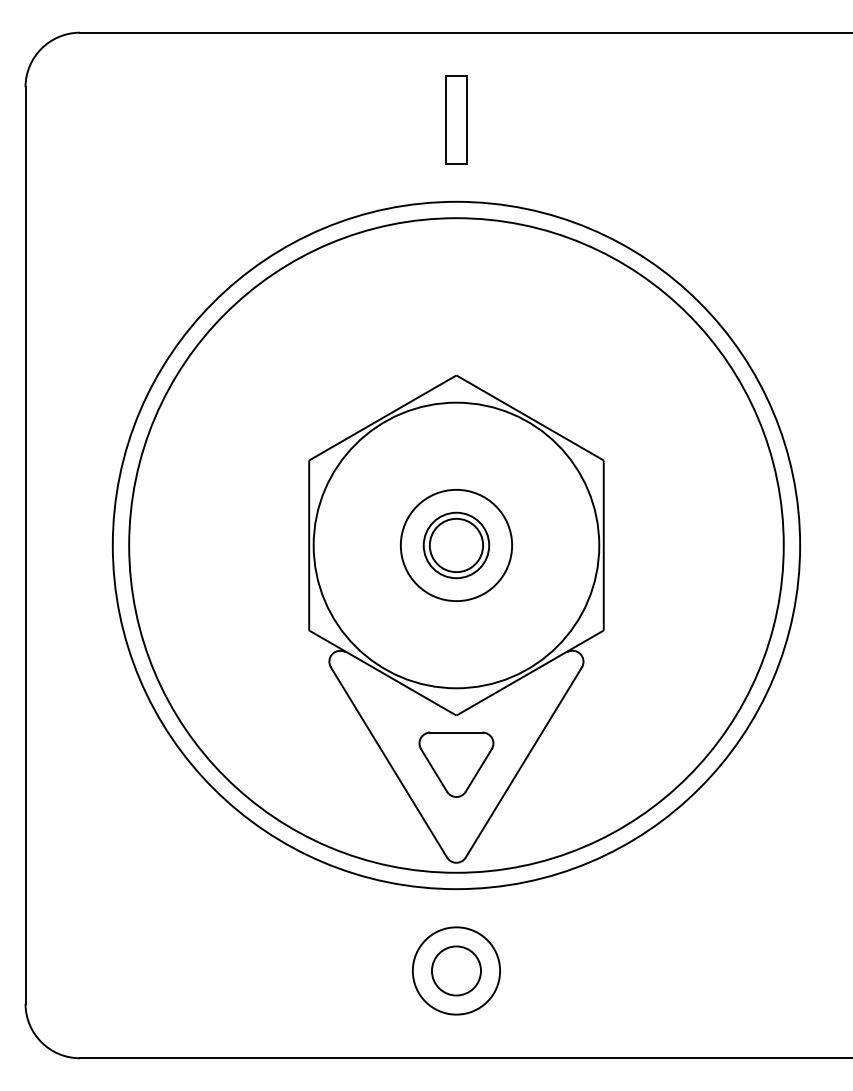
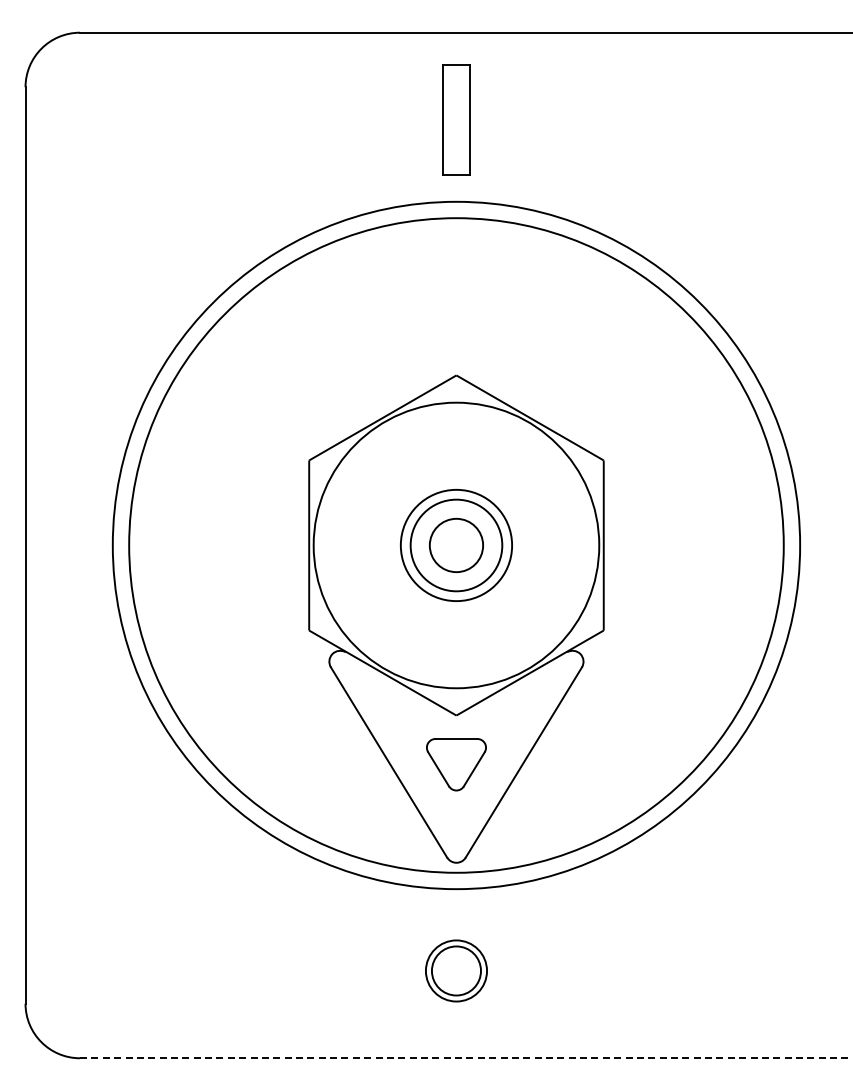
part at (456, 119) size: 23x90 px -> 29x112 px
circle at (456, 545) diameter: 65 px -> 92 px
part at (456, 764) size: 77x67 px -> 61x54 px
circle at (456, 970) diameter: 87 px -> 61 px
line at (466, 1058): solid -> dashed
